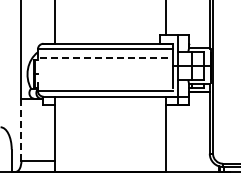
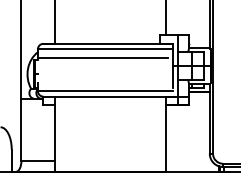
line at (102, 57): dashed -> solid
line at (21, 130): dashed -> solid
